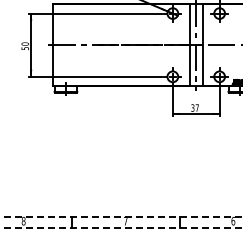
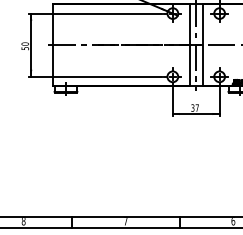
line at (121, 217): dashed -> solid
line at (121, 227): dashed -> solid
